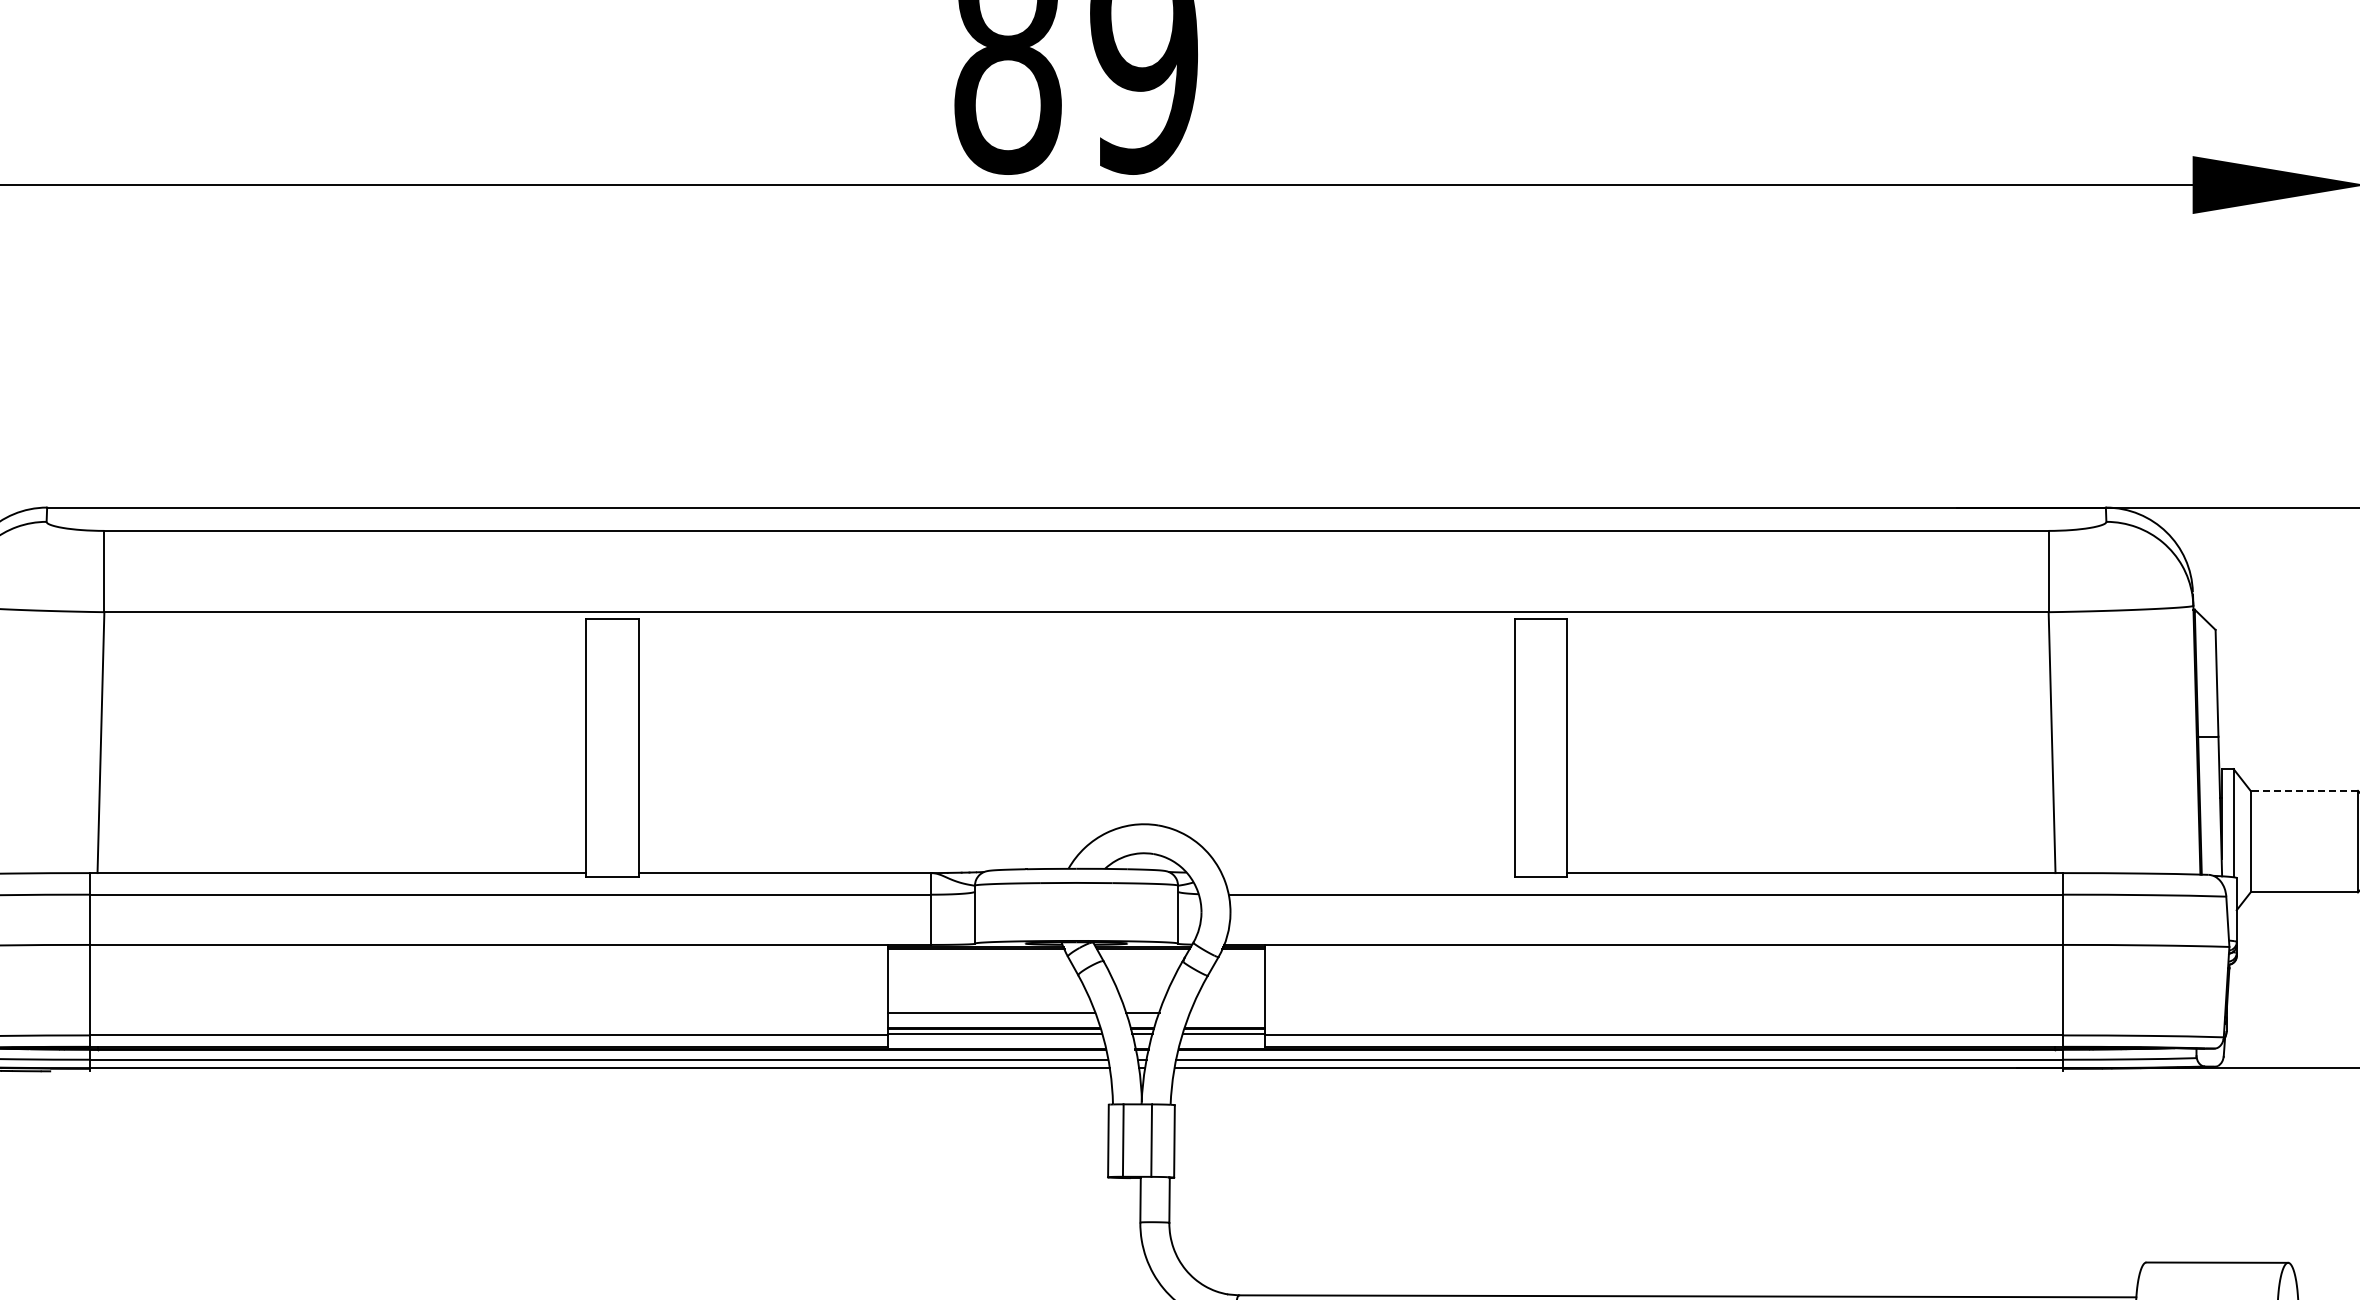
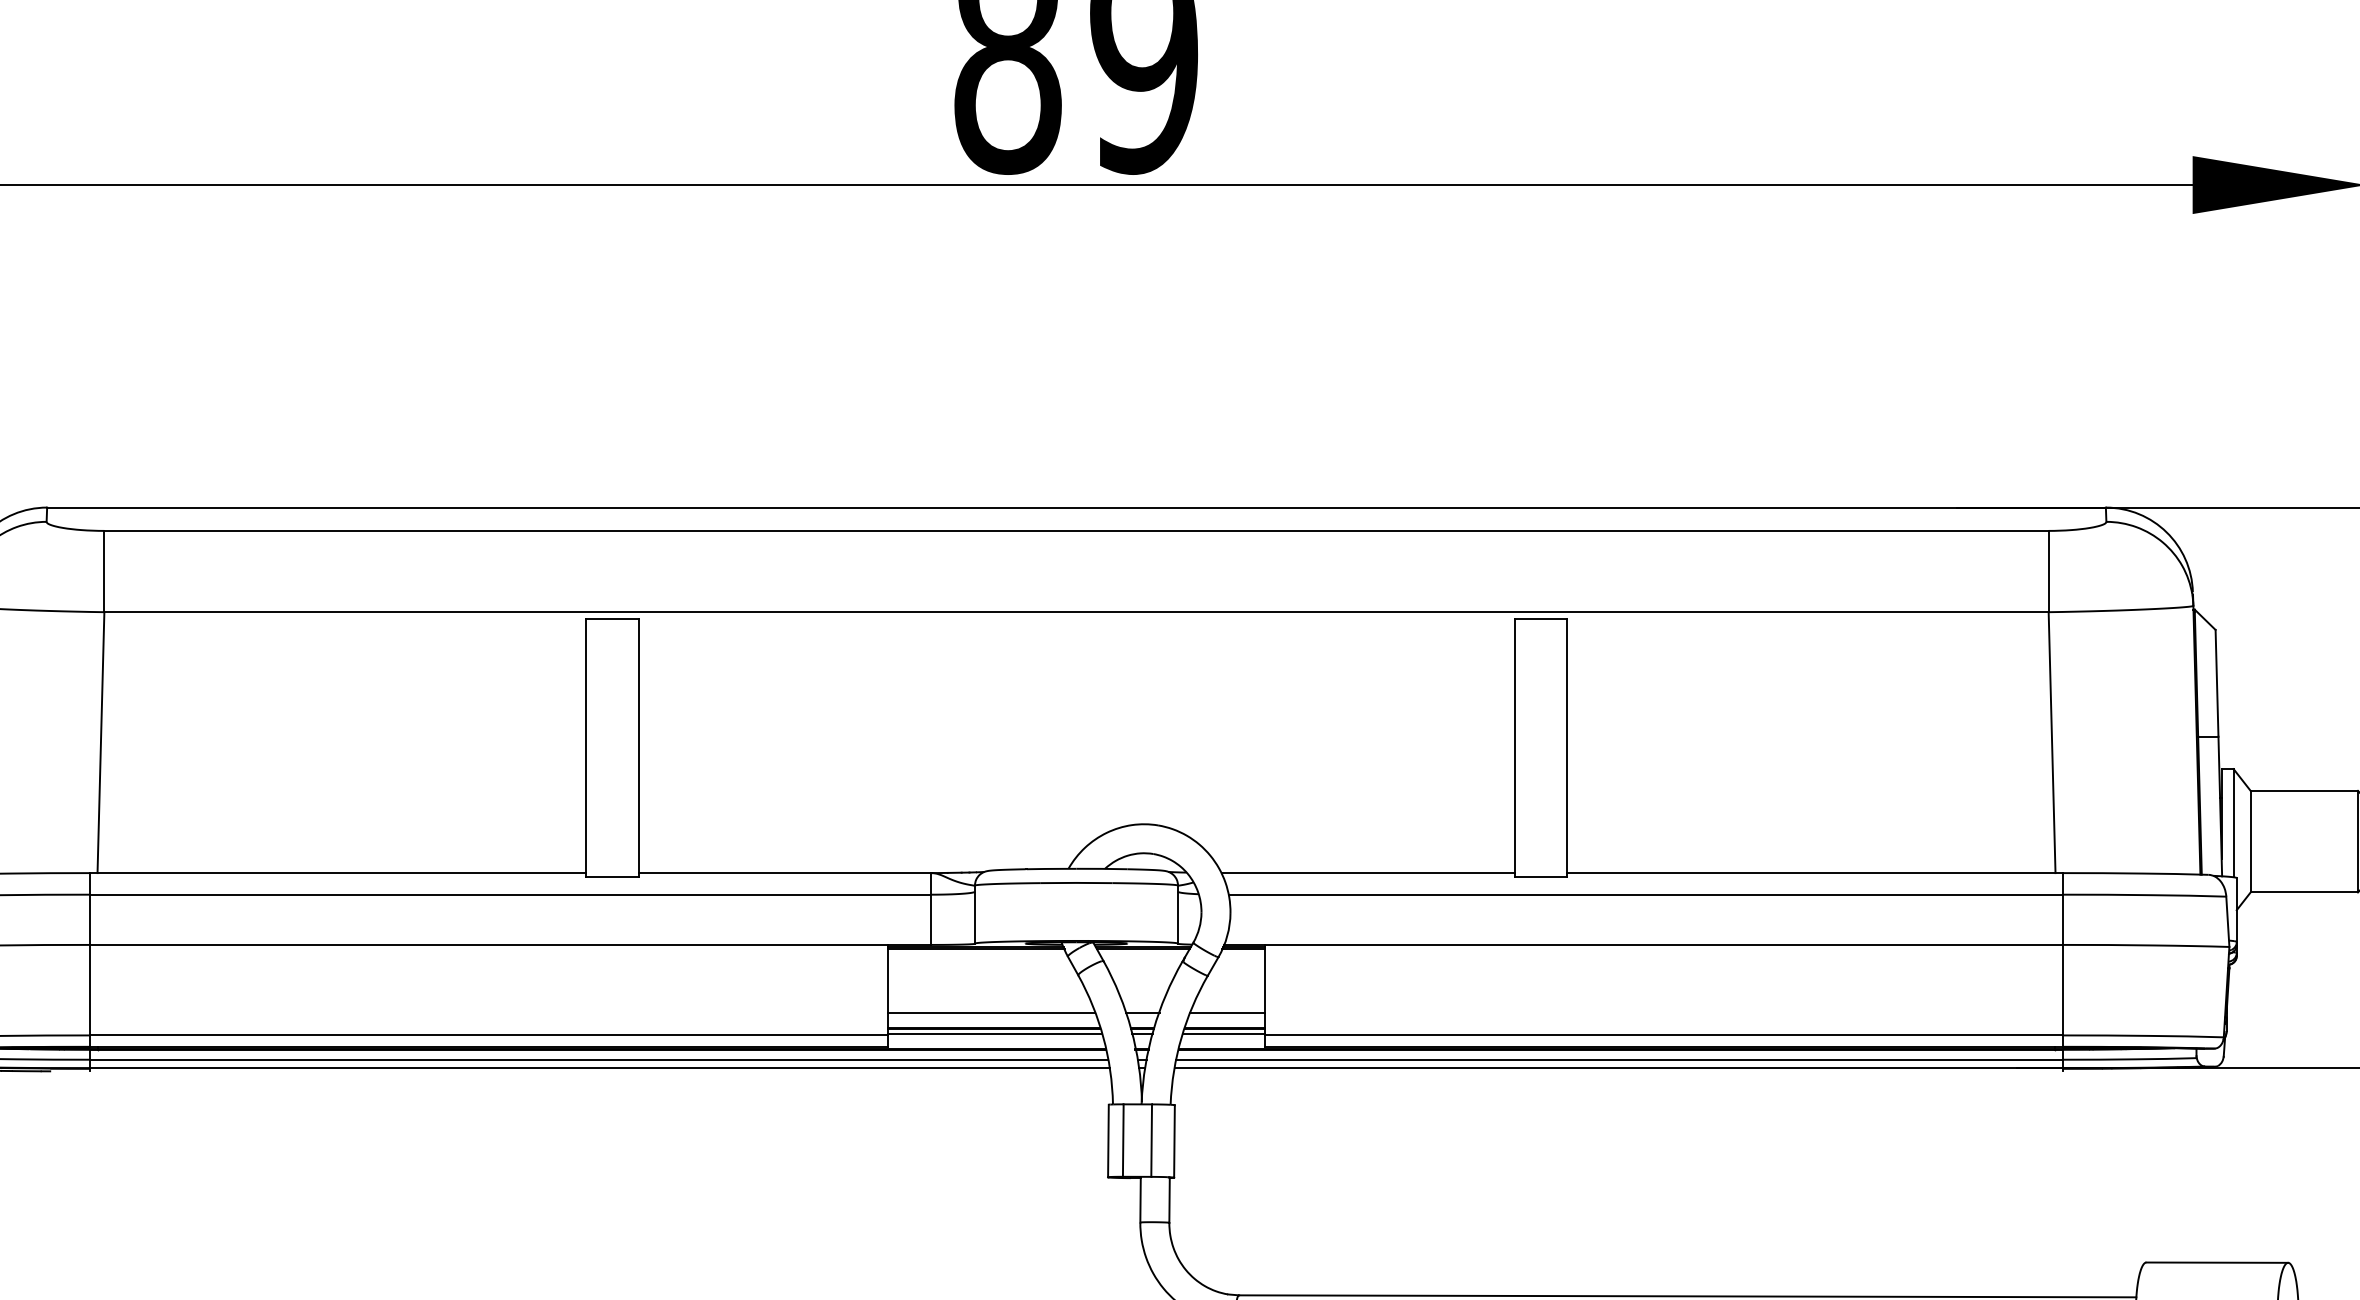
line at (2304, 790): dashed -> solid
line at (1367, 873): none -> present
line at (1227, 1013): none -> present
